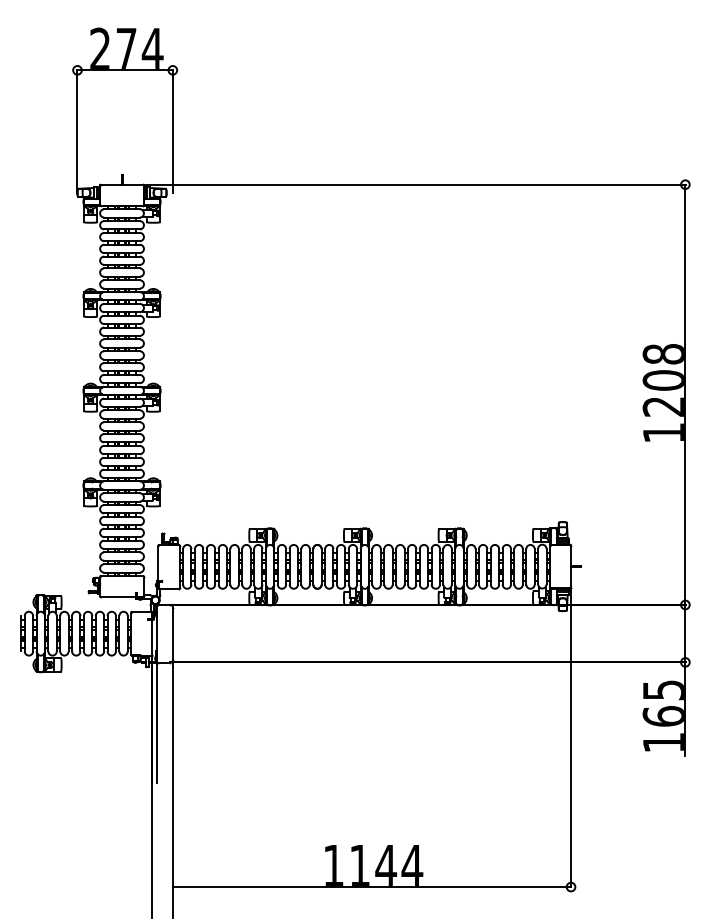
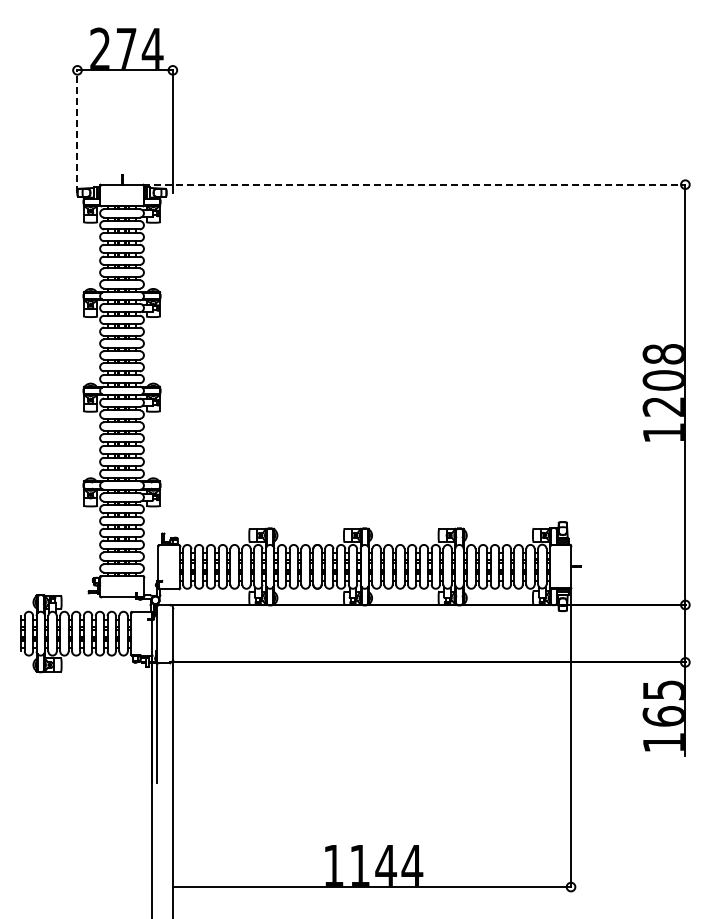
line at (77, 130): solid -> dashed
line at (415, 184): solid -> dashed
